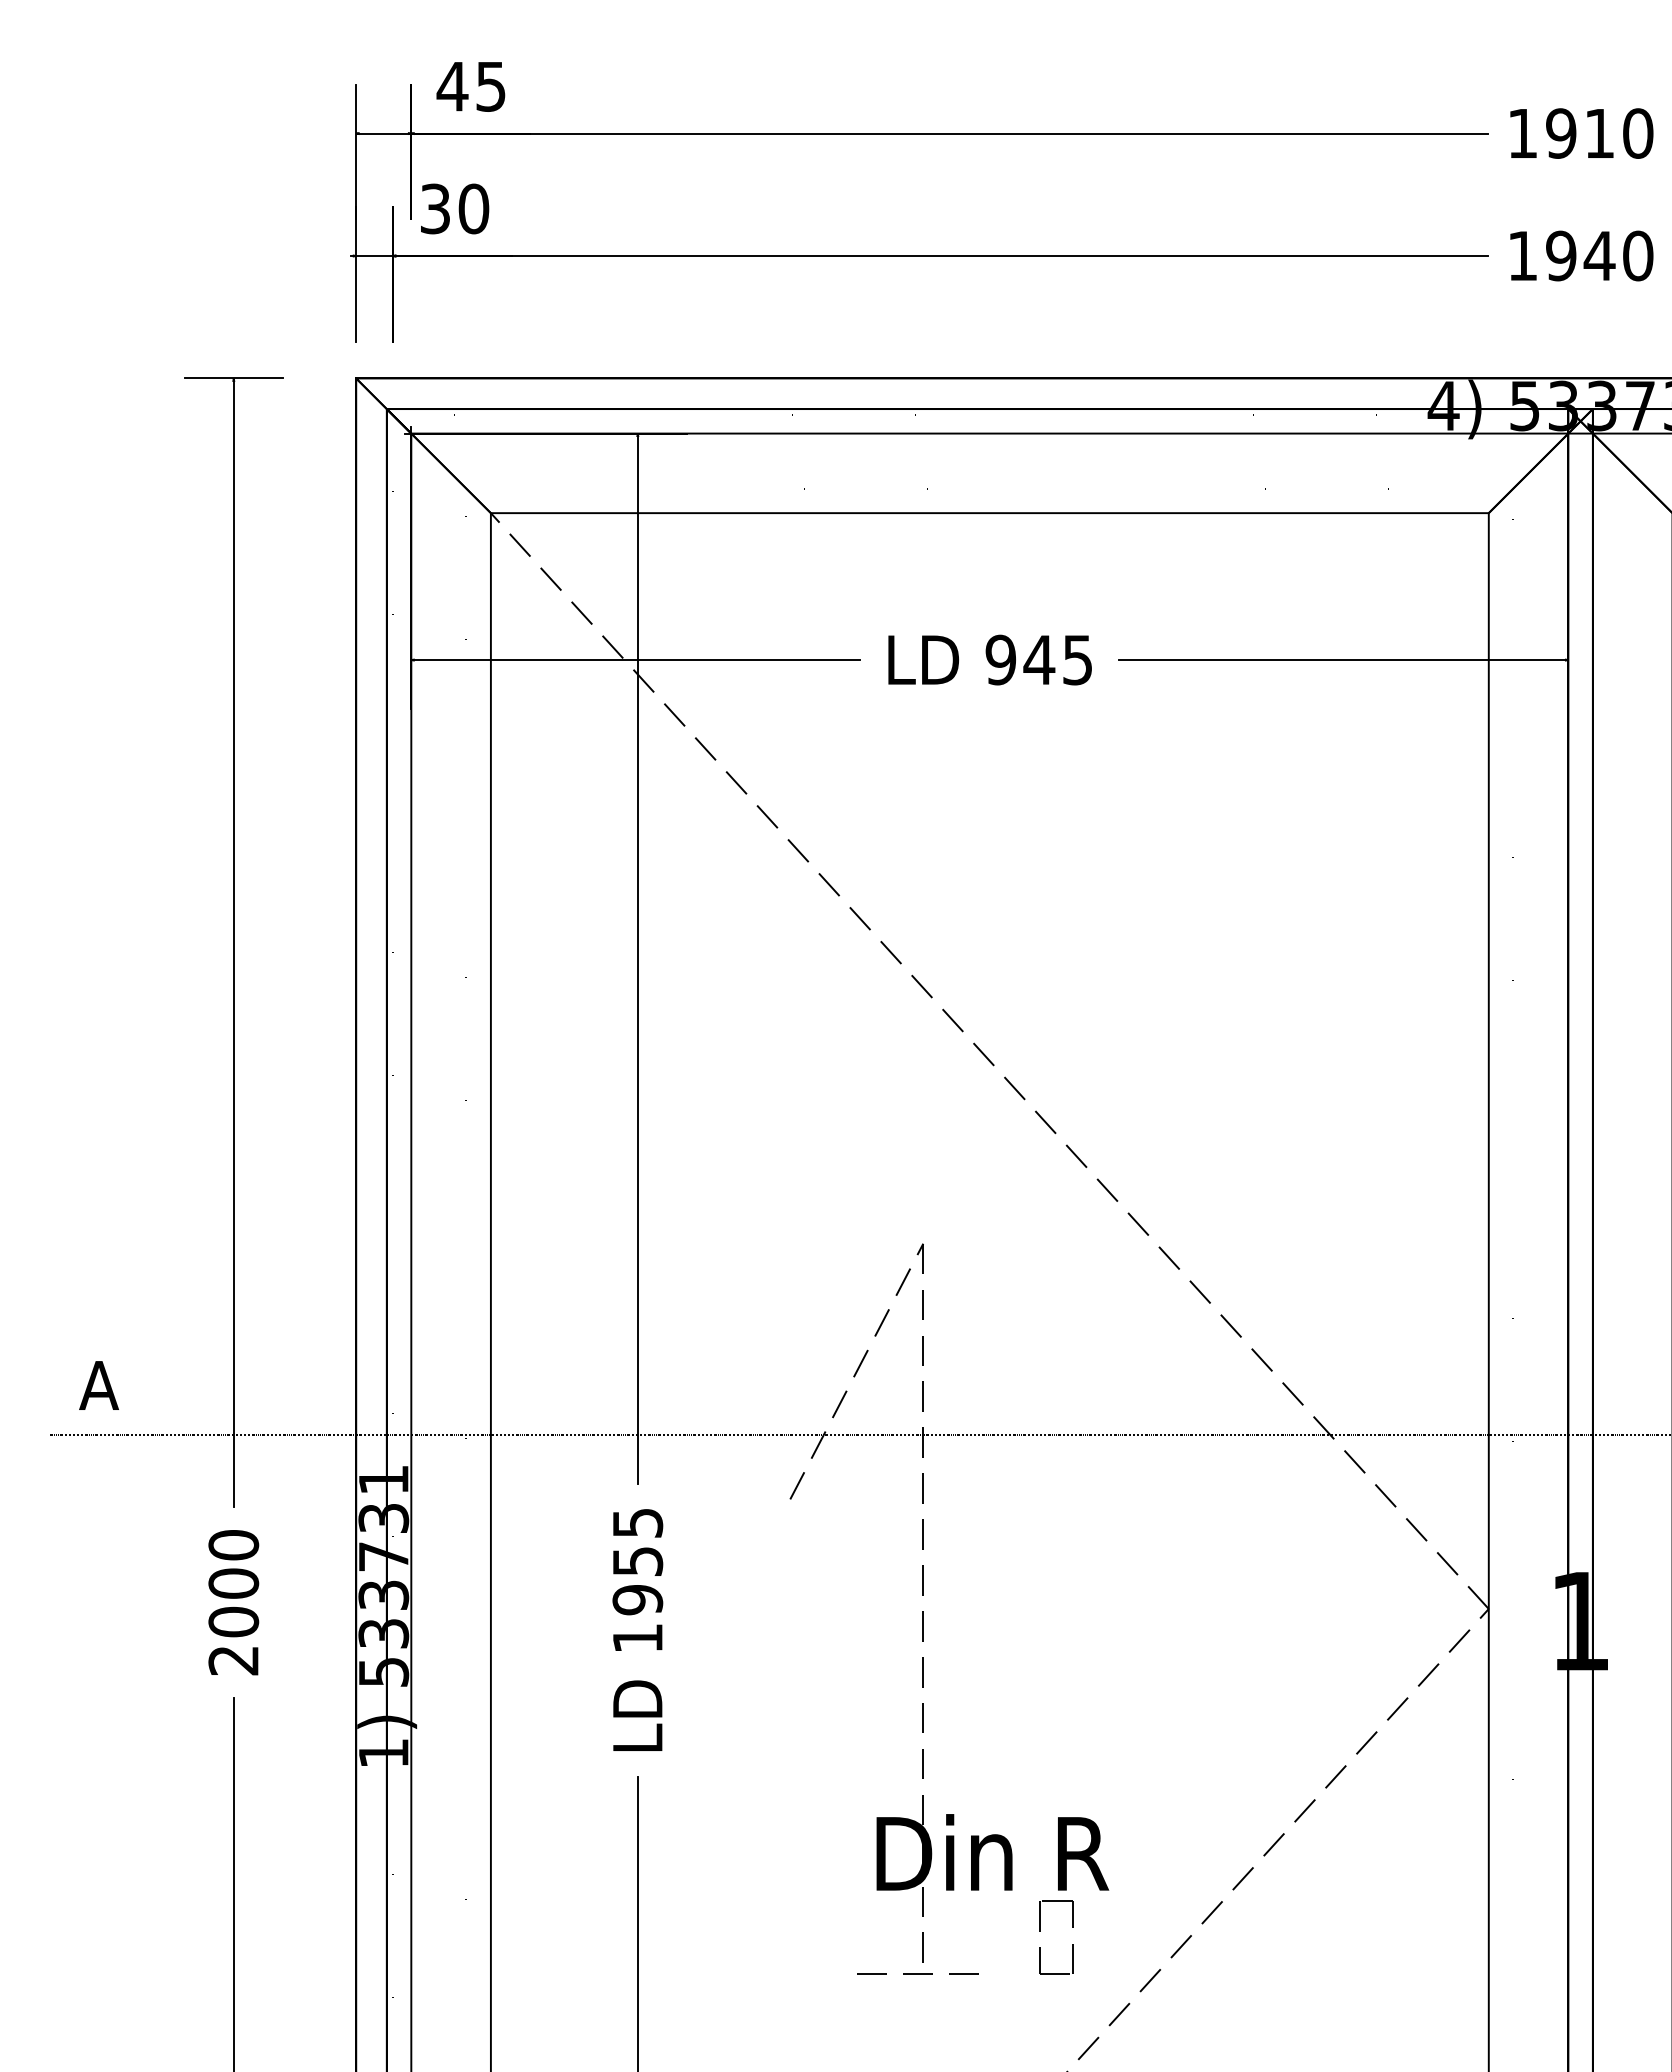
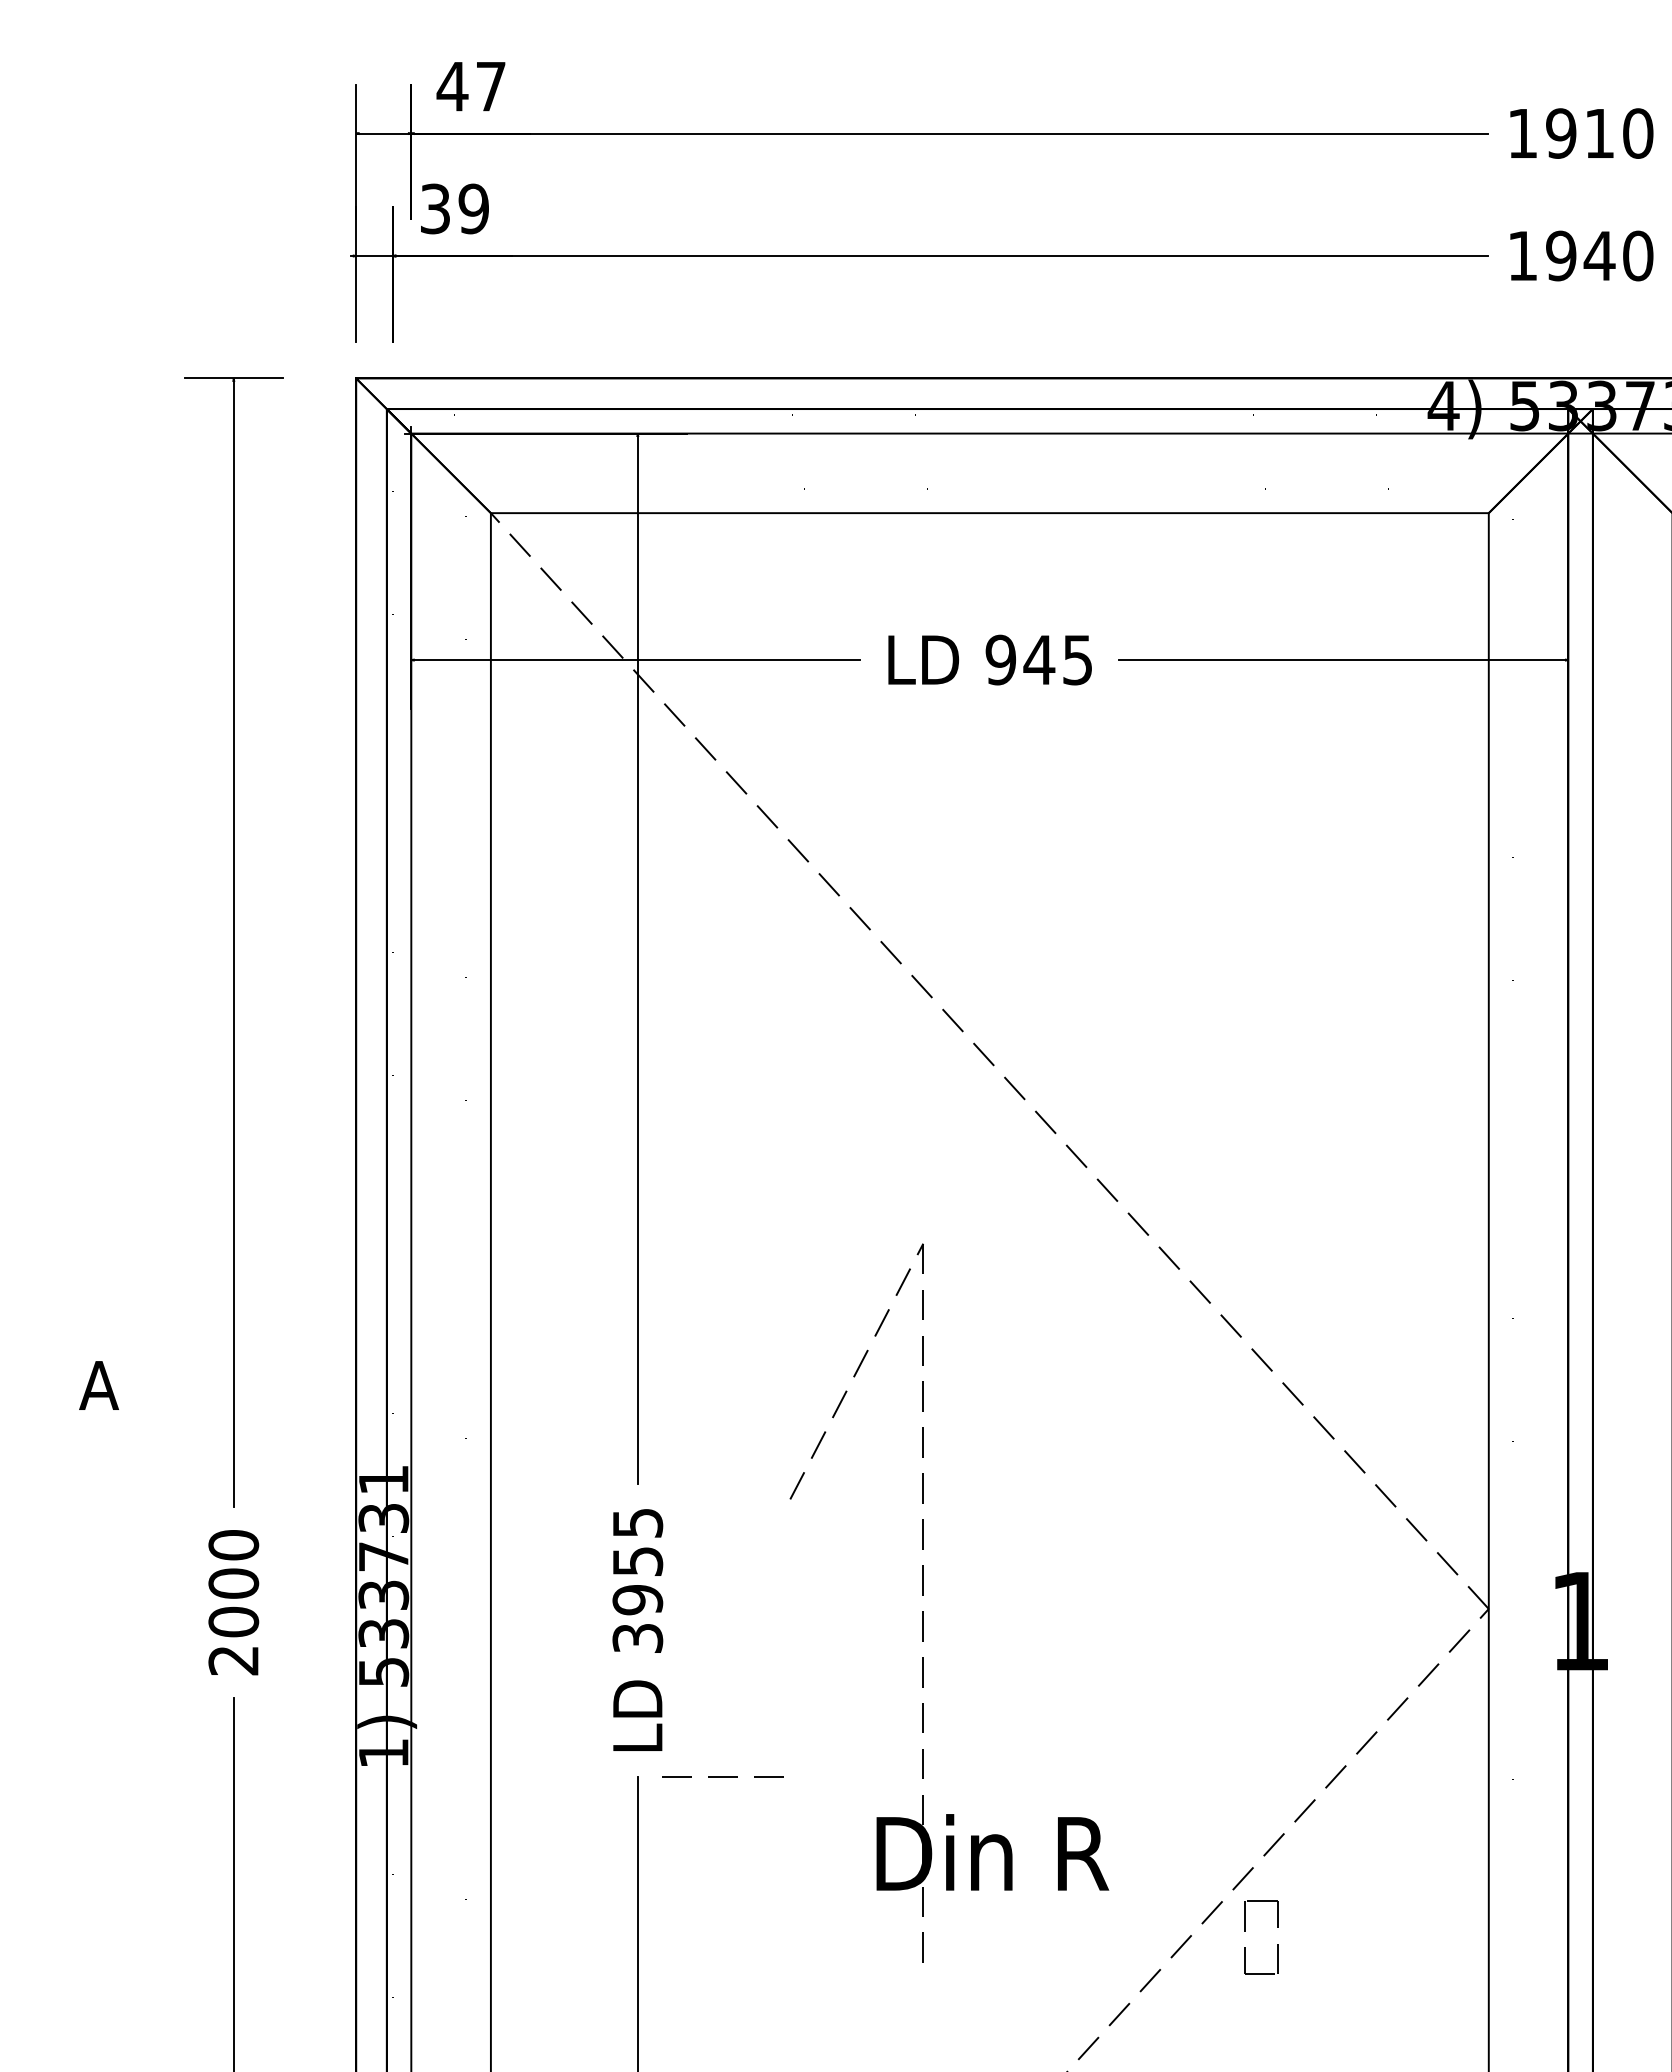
text at (490, 86): 45 -> 47
text at (473, 208): 30 -> 39
line at (859, 1434): present -> none
text at (637, 1638): 1955 -> 3955
part at (1040, 1931) position: (1040, 1931) -> (1245, 1931)
line at (917, 1973) position: (917, 1973) -> (722, 1776)
